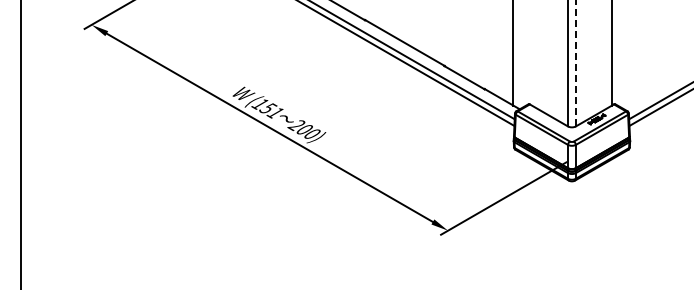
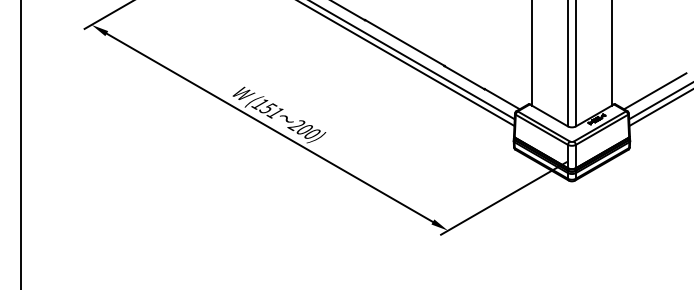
line at (513, 53) position: (513, 53) -> (532, 53)
line at (575, 63): dashed -> solid
line at (655, 91): none -> present
